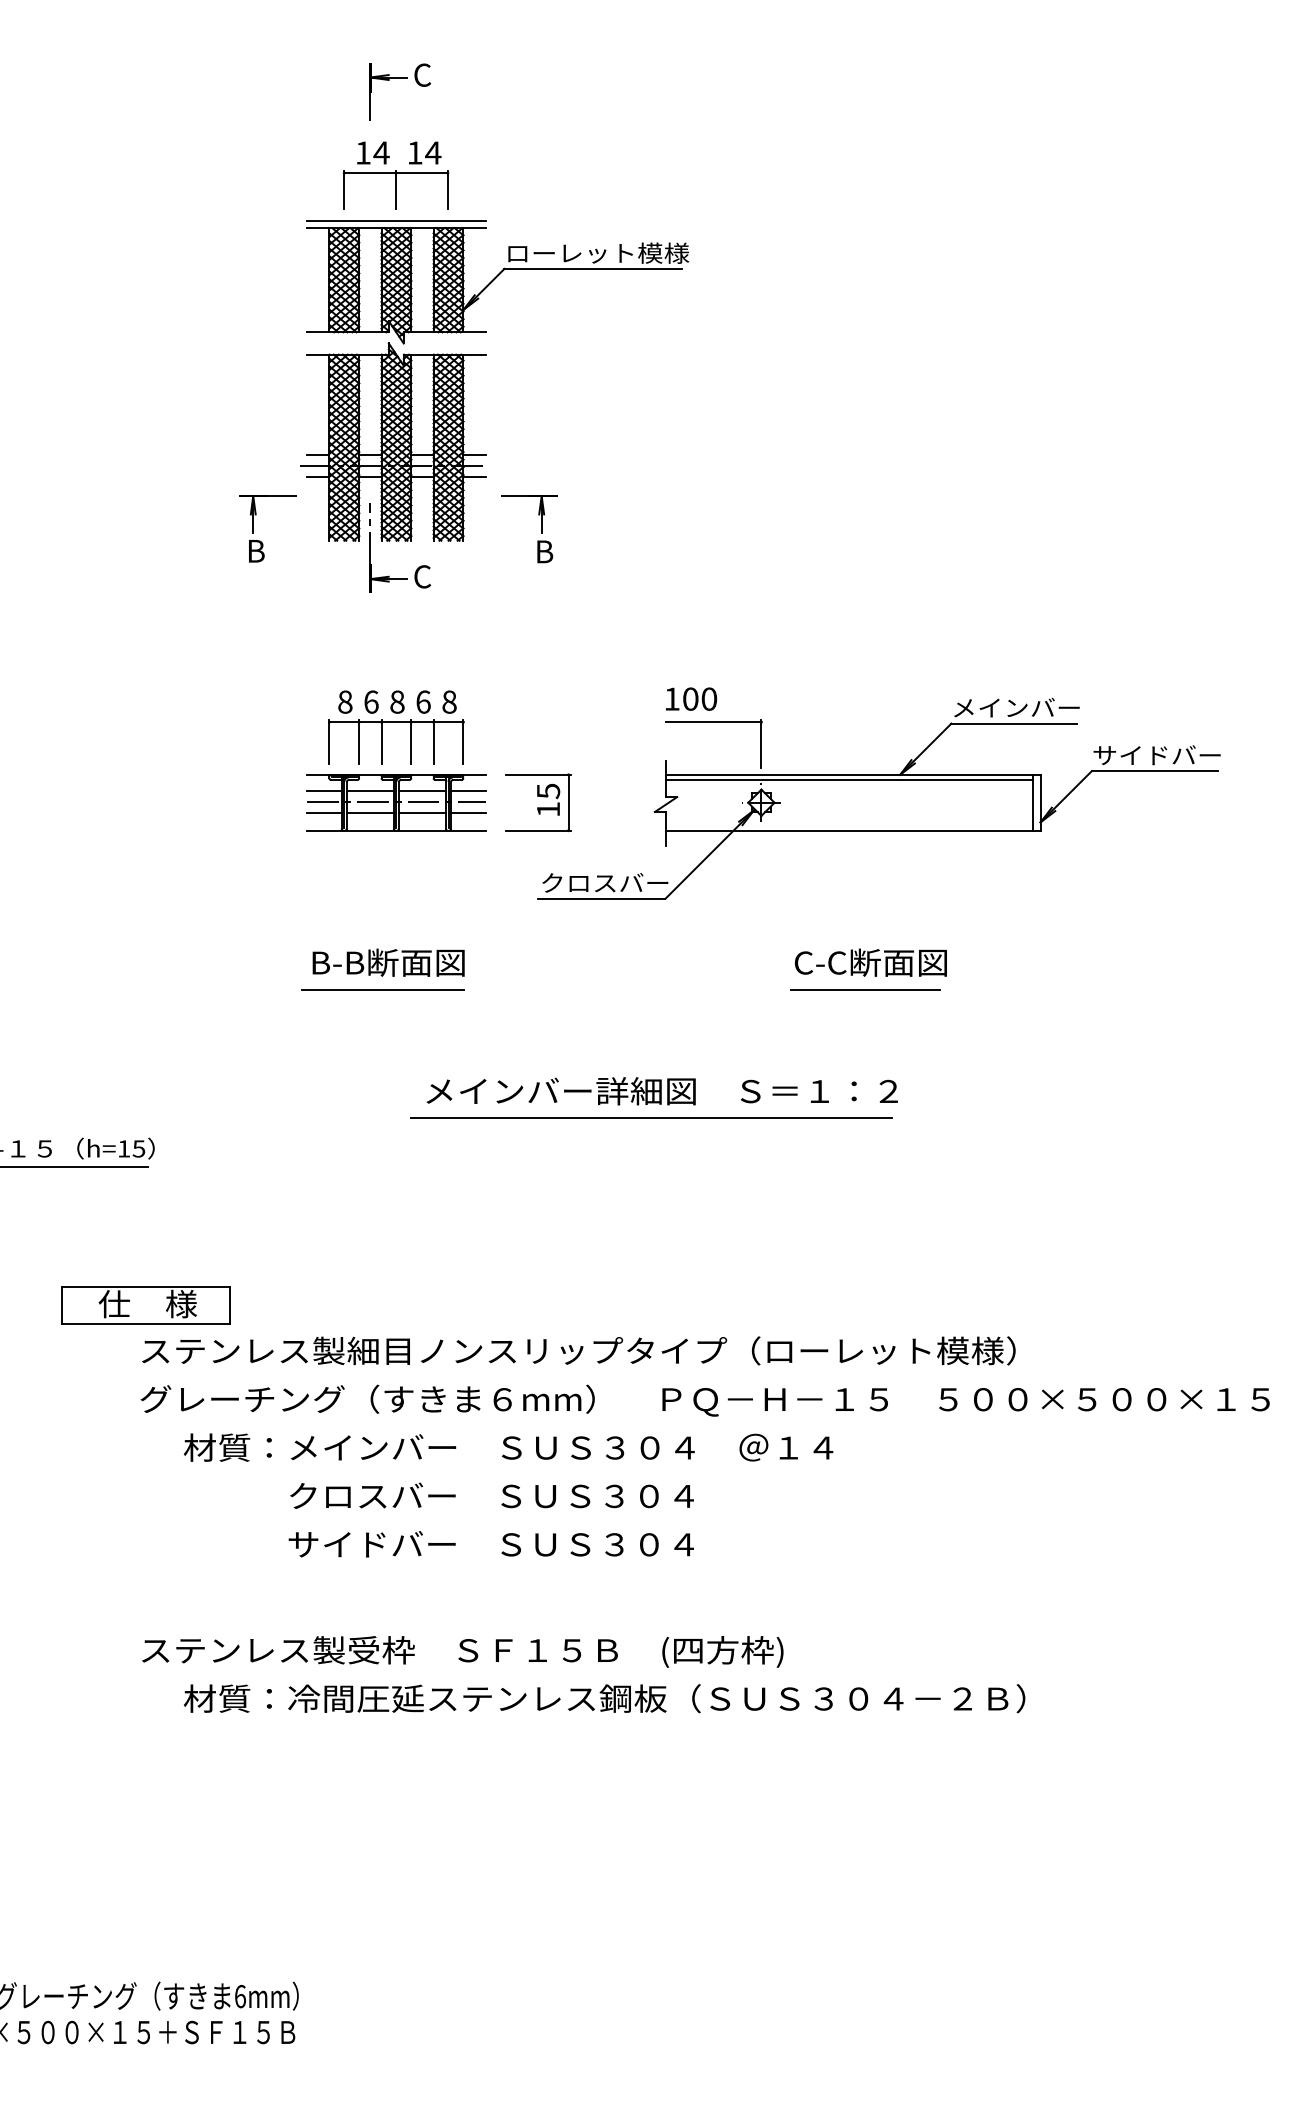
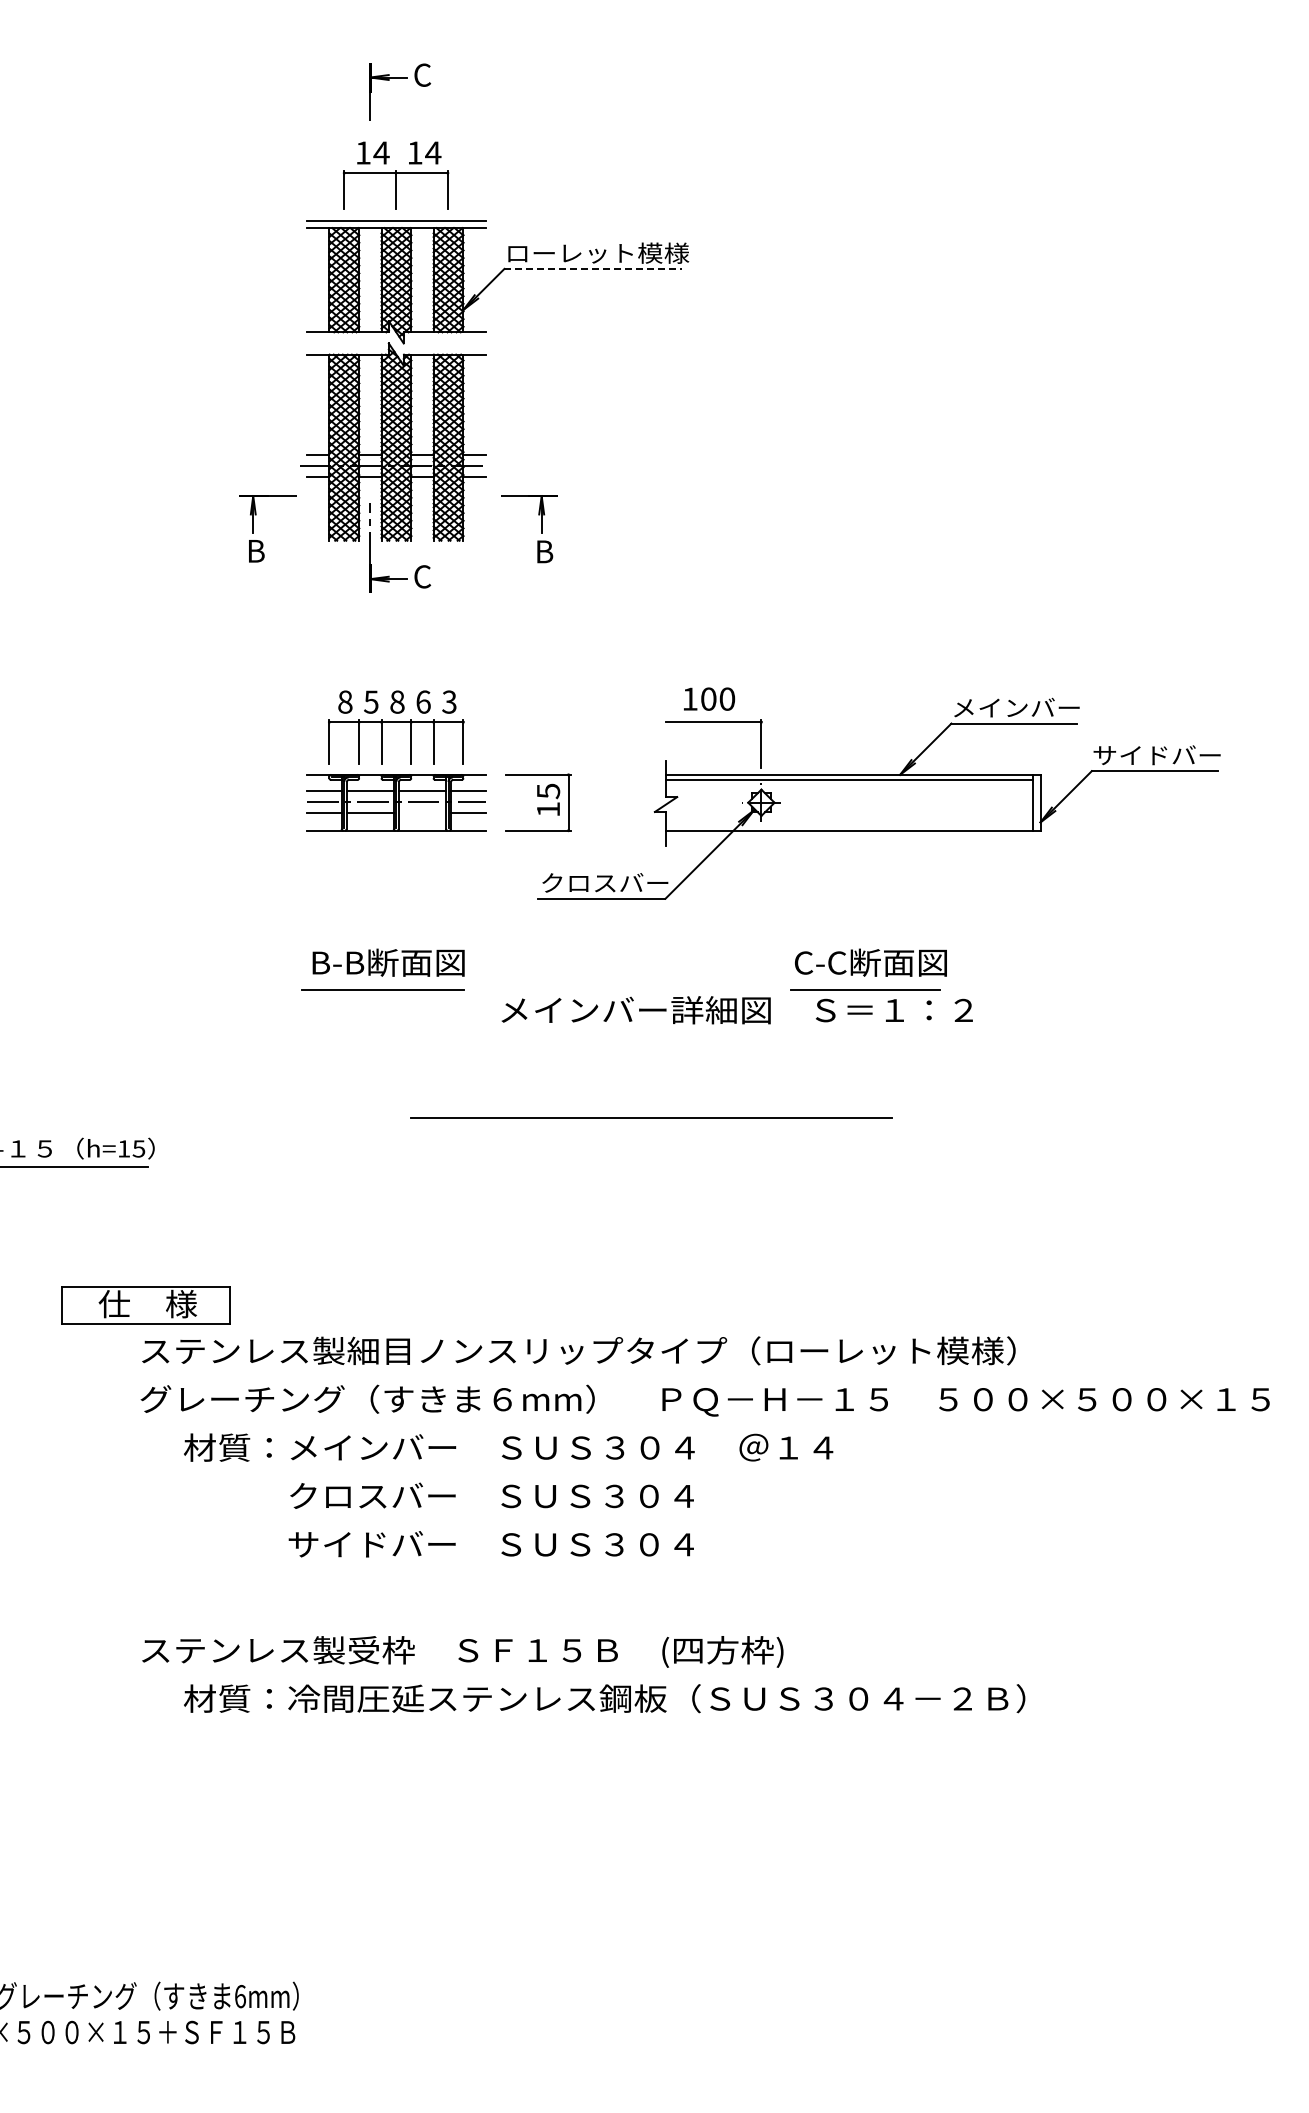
line at (593, 268): solid -> dashed
text at (691, 698) position: (691, 698) -> (709, 698)
text at (371, 701): 6 -> 5
text at (449, 701): 8 -> 3
line at (421, 813): present -> none
text at (661, 1091) position: (661, 1091) -> (736, 1010)
